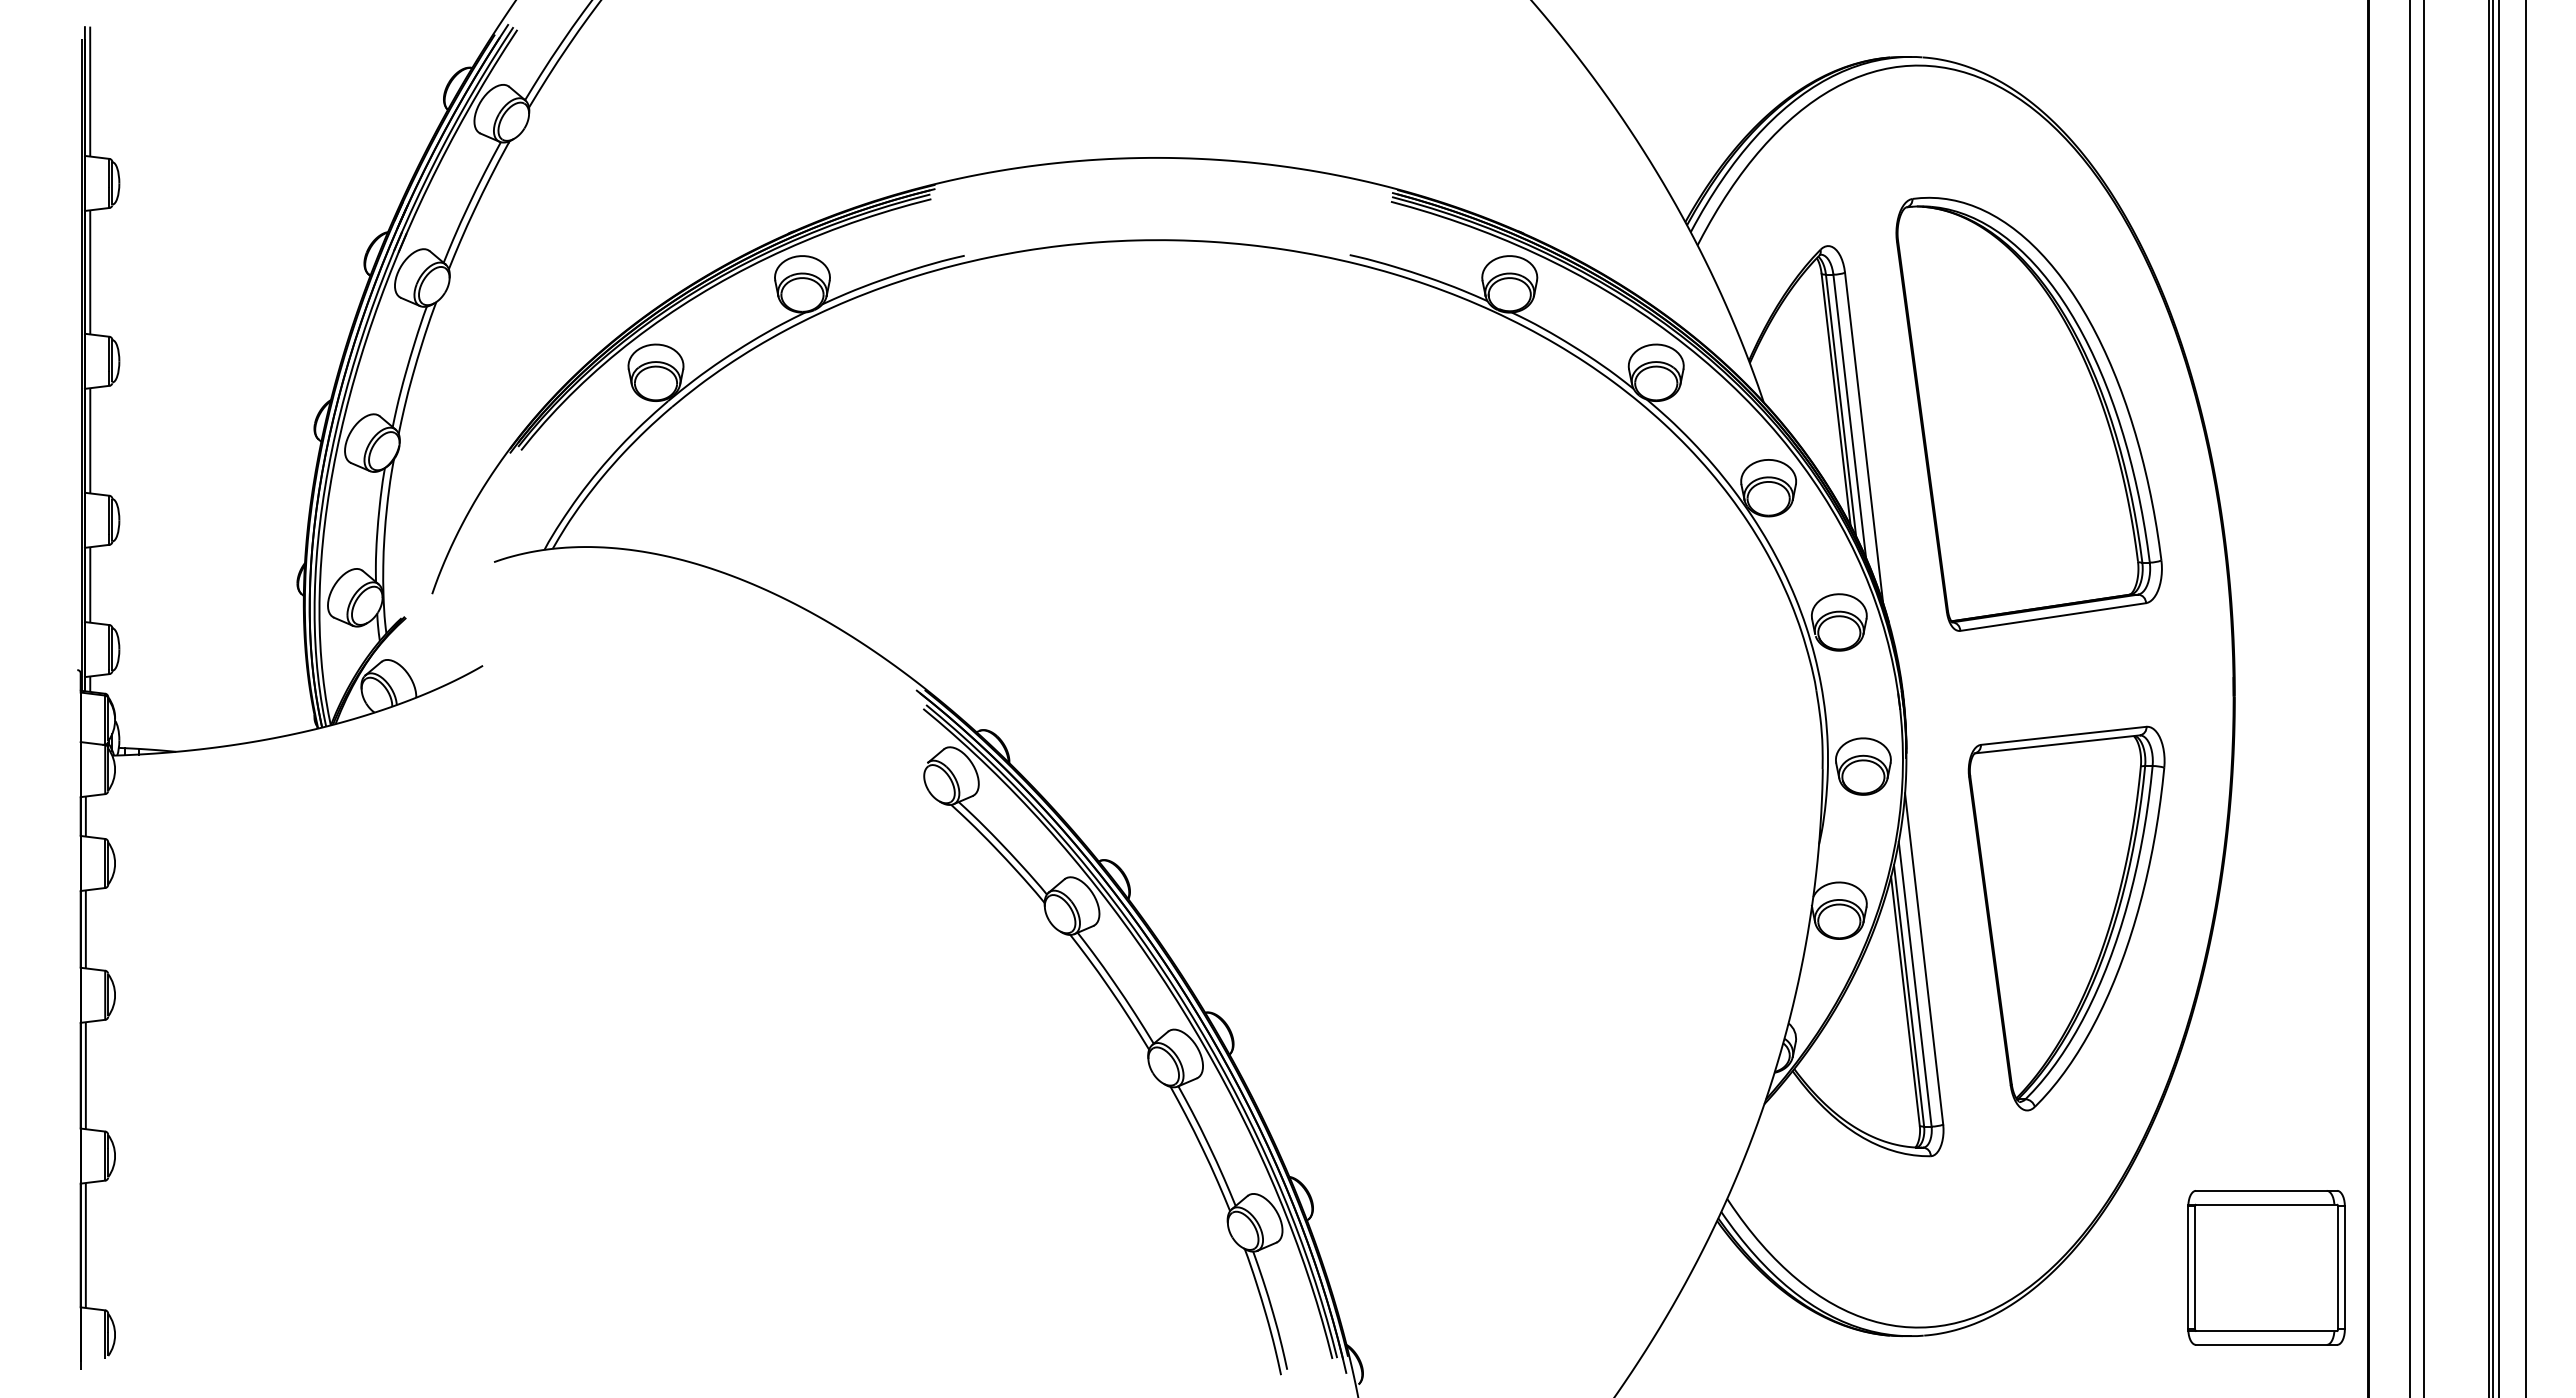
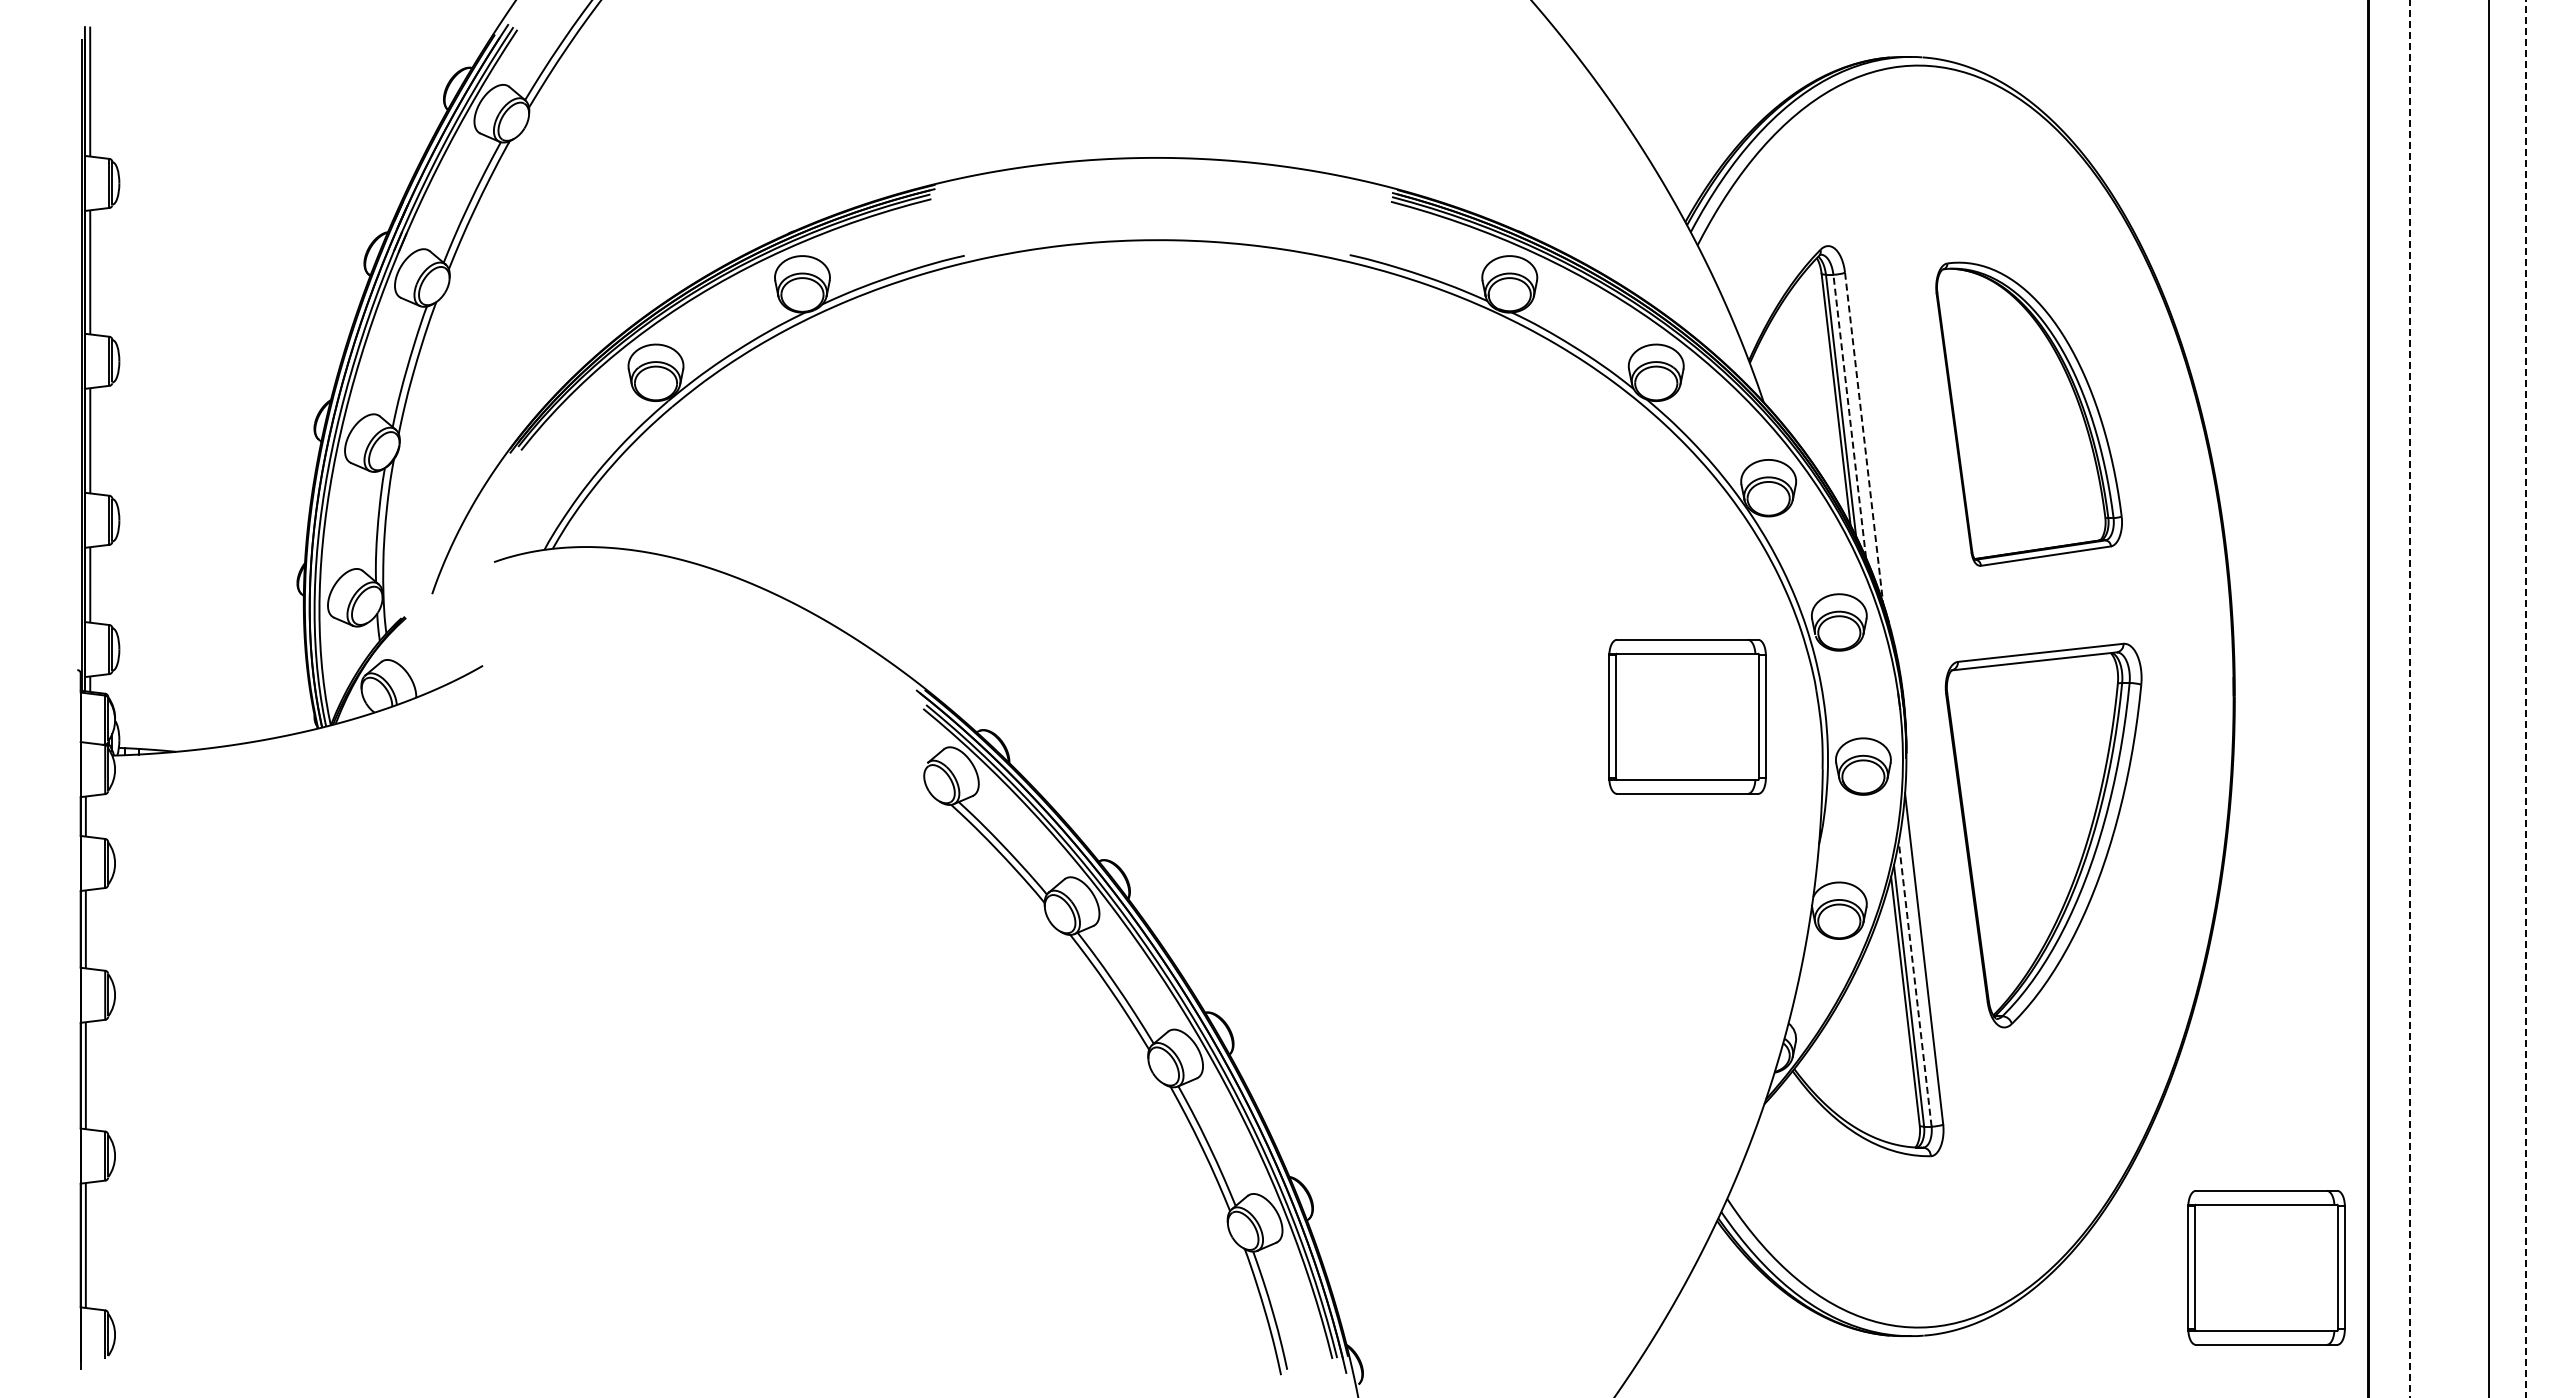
part at (2028, 413) size: 268x436 px -> 188x306 px
line at (1849, 416): solid -> dashed
line at (1864, 438): solid -> dashed
line at (2409, 698): solid -> dashed
line at (2423, 698): present -> none
line at (2493, 698): present -> none
line at (2498, 698): present -> none
line at (2525, 698): solid -> dashed
part at (1687, 716): none -> present
part at (2066, 918) position: (2066, 918) -> (2043, 835)
line at (1915, 983): solid -> dashed
